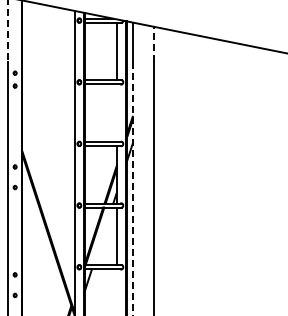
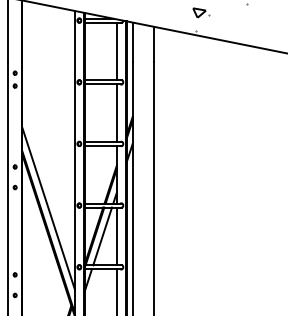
hatch at (220, 17): none -> present
line at (8, 31): dashed -> solid
line at (153, 44): dashed -> solid
line at (116, 113): none -> present
line at (132, 189): dashed -> solid
line at (48, 208): none -> present
line at (102, 236): none -> present
line at (116, 290): none -> present
